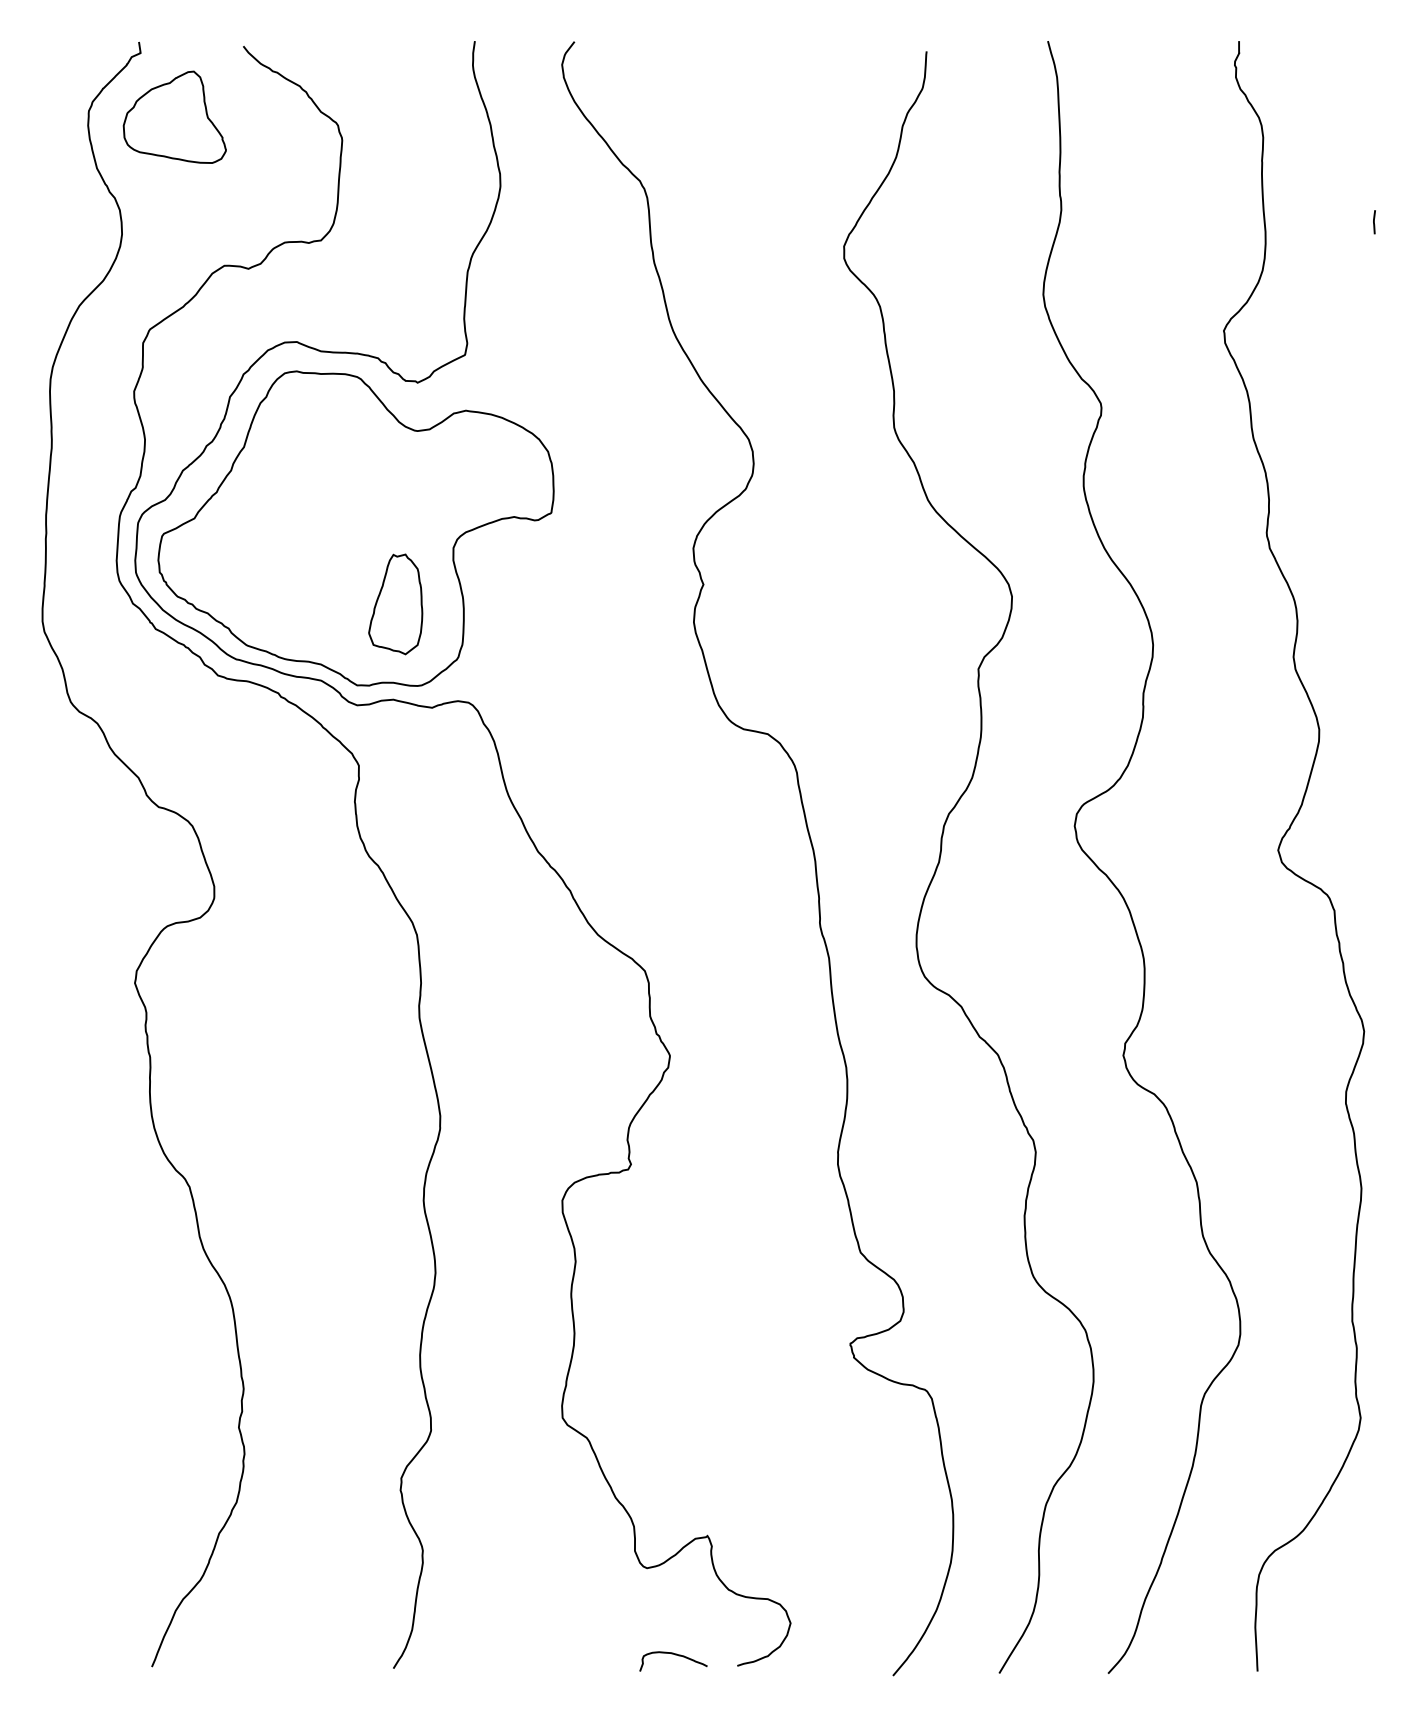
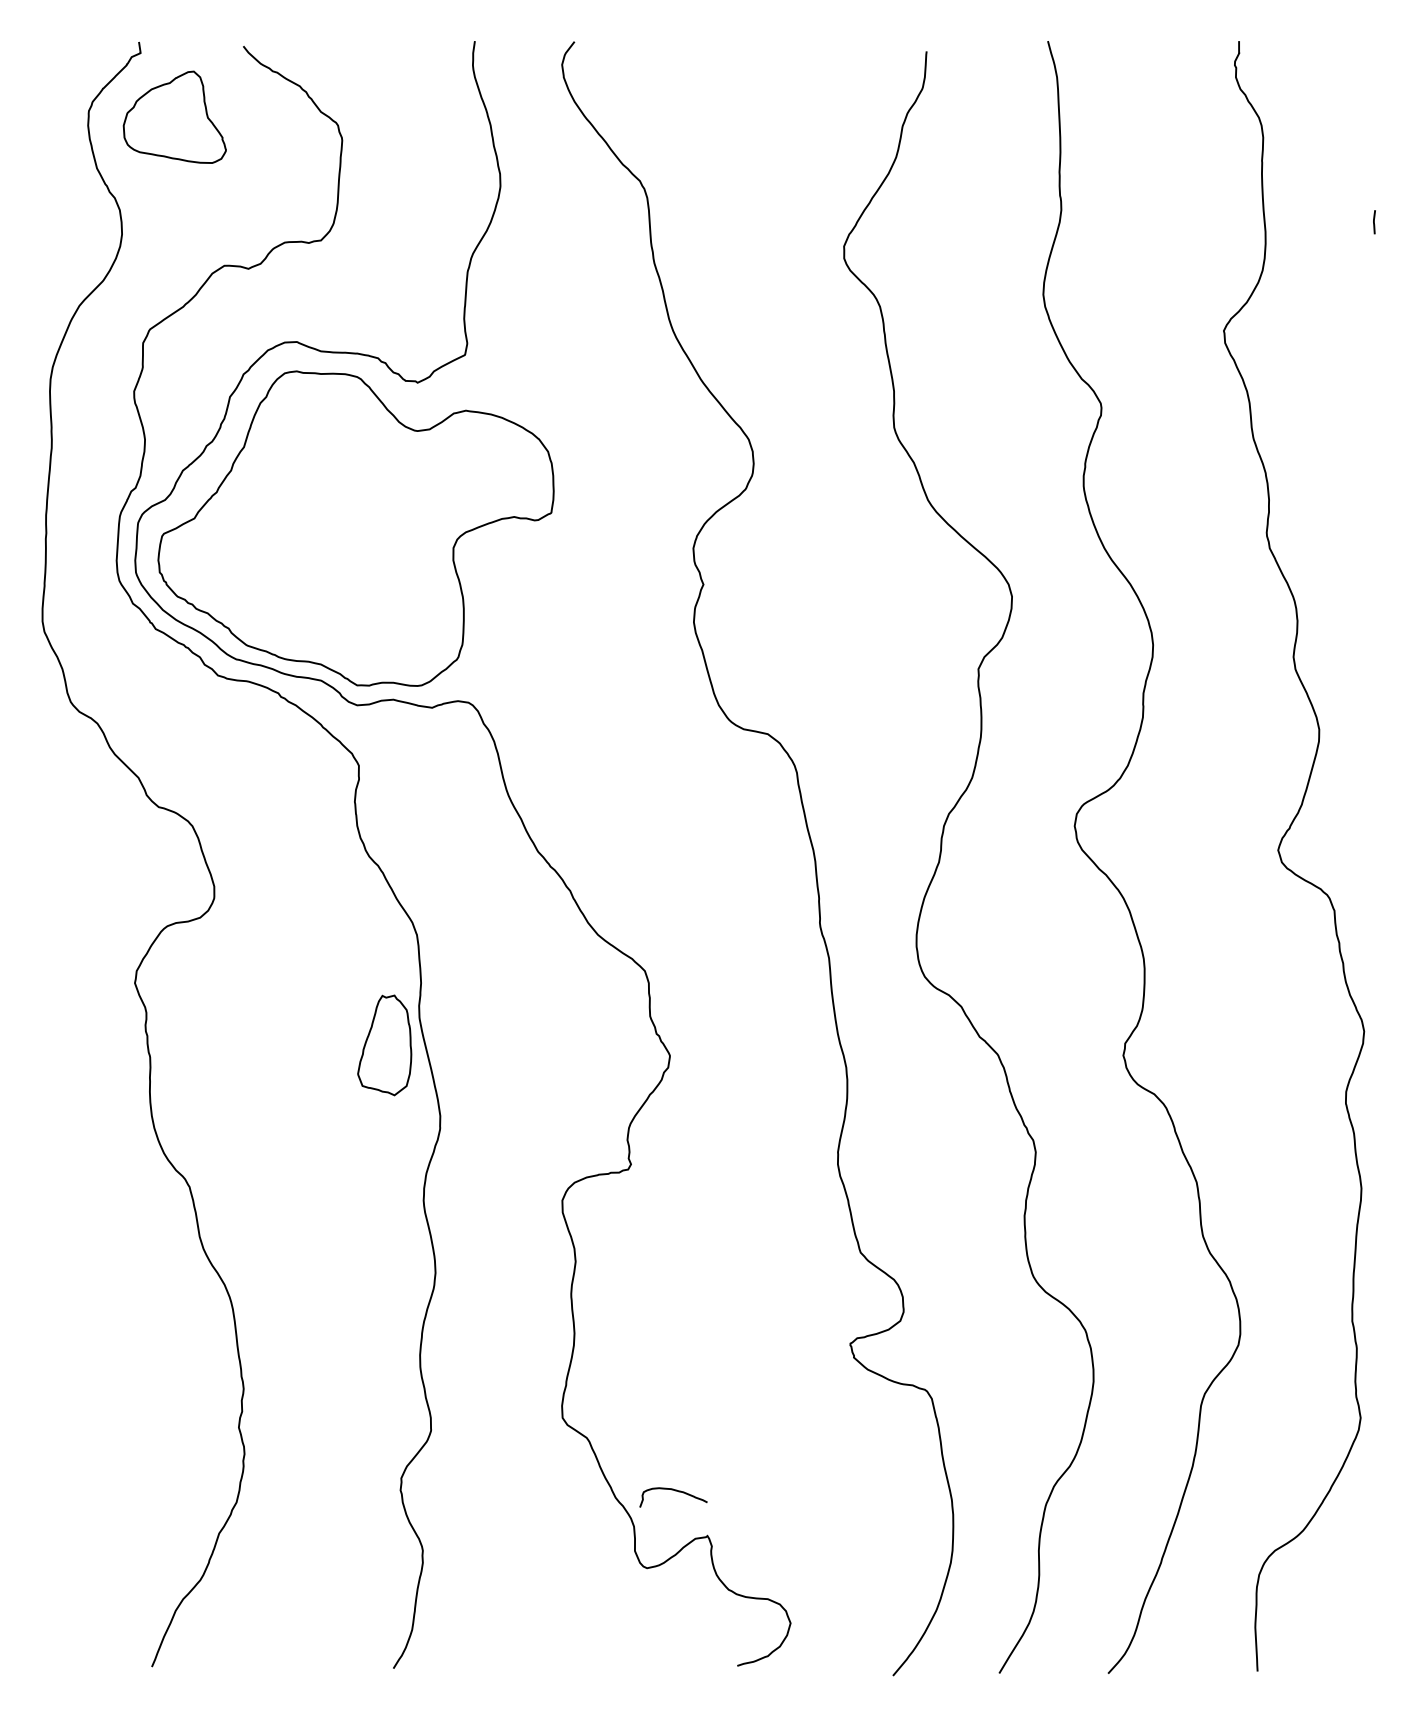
part at (395, 604) position: (395, 604) -> (384, 1045)
curve at (675, 1655) position: (675, 1655) -> (675, 1491)
